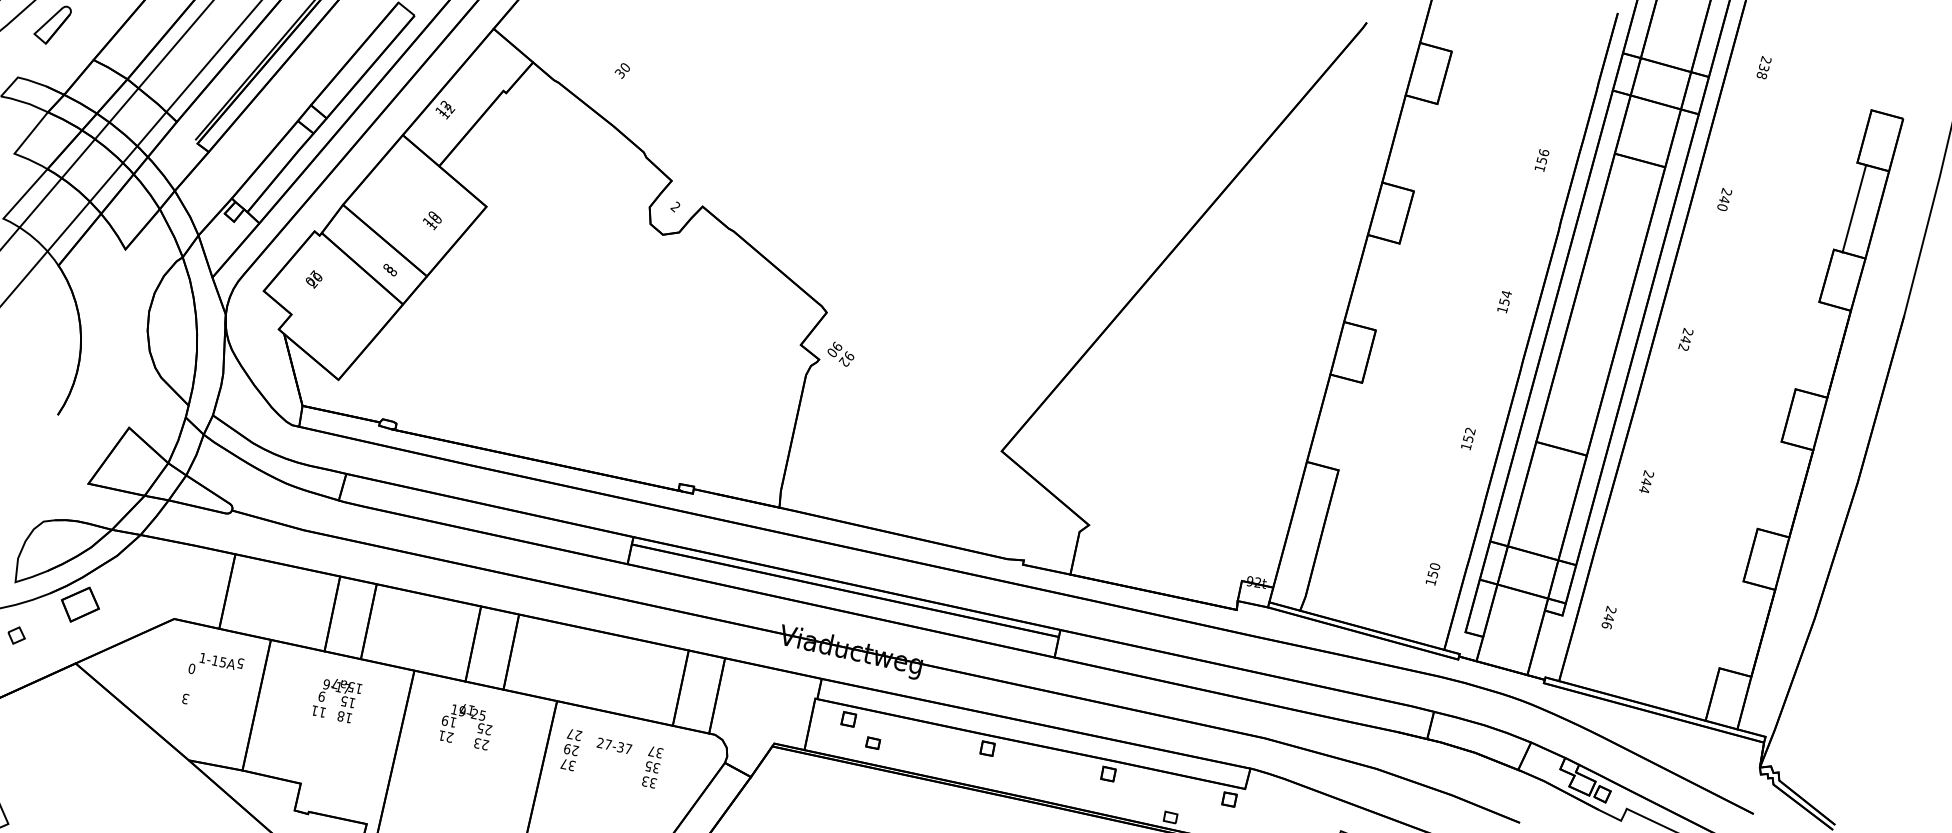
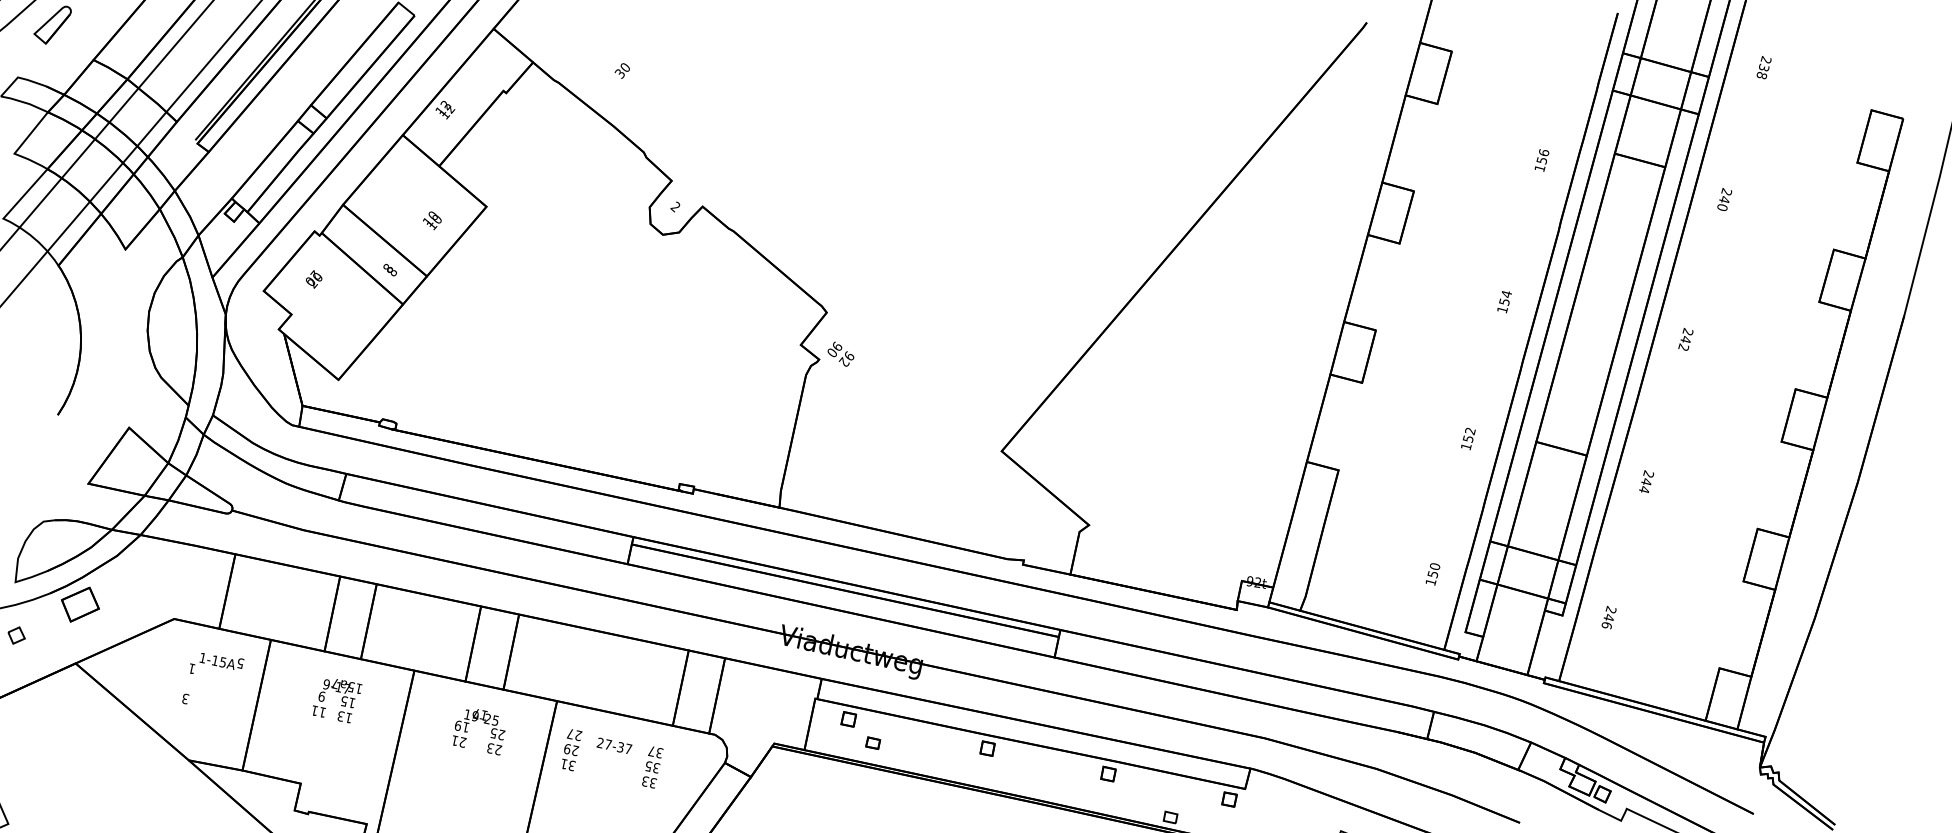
line at (1854, 208) position: (1854, 208) -> (1877, 214)
text at (191, 668): 0 -> 1
text at (340, 716): 18 -> 13
text at (466, 727) position: (466, 727) -> (479, 732)
text at (563, 763): 37 -> 31
